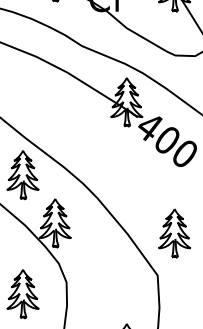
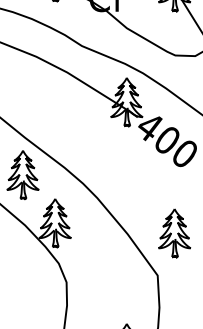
part at (22, 294): present -> none
